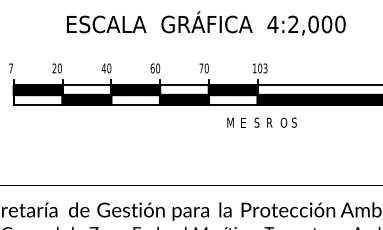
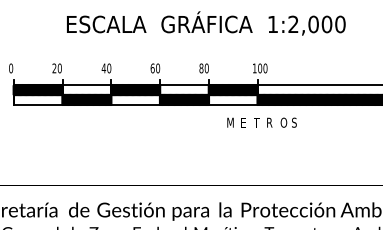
text at (272, 24): 4:2,000 -> 1:2,000
text at (11, 68): 7 -> 0
text at (201, 68): 70 -> 80
text at (265, 68): 103 -> 100
text at (256, 122): S -> T
